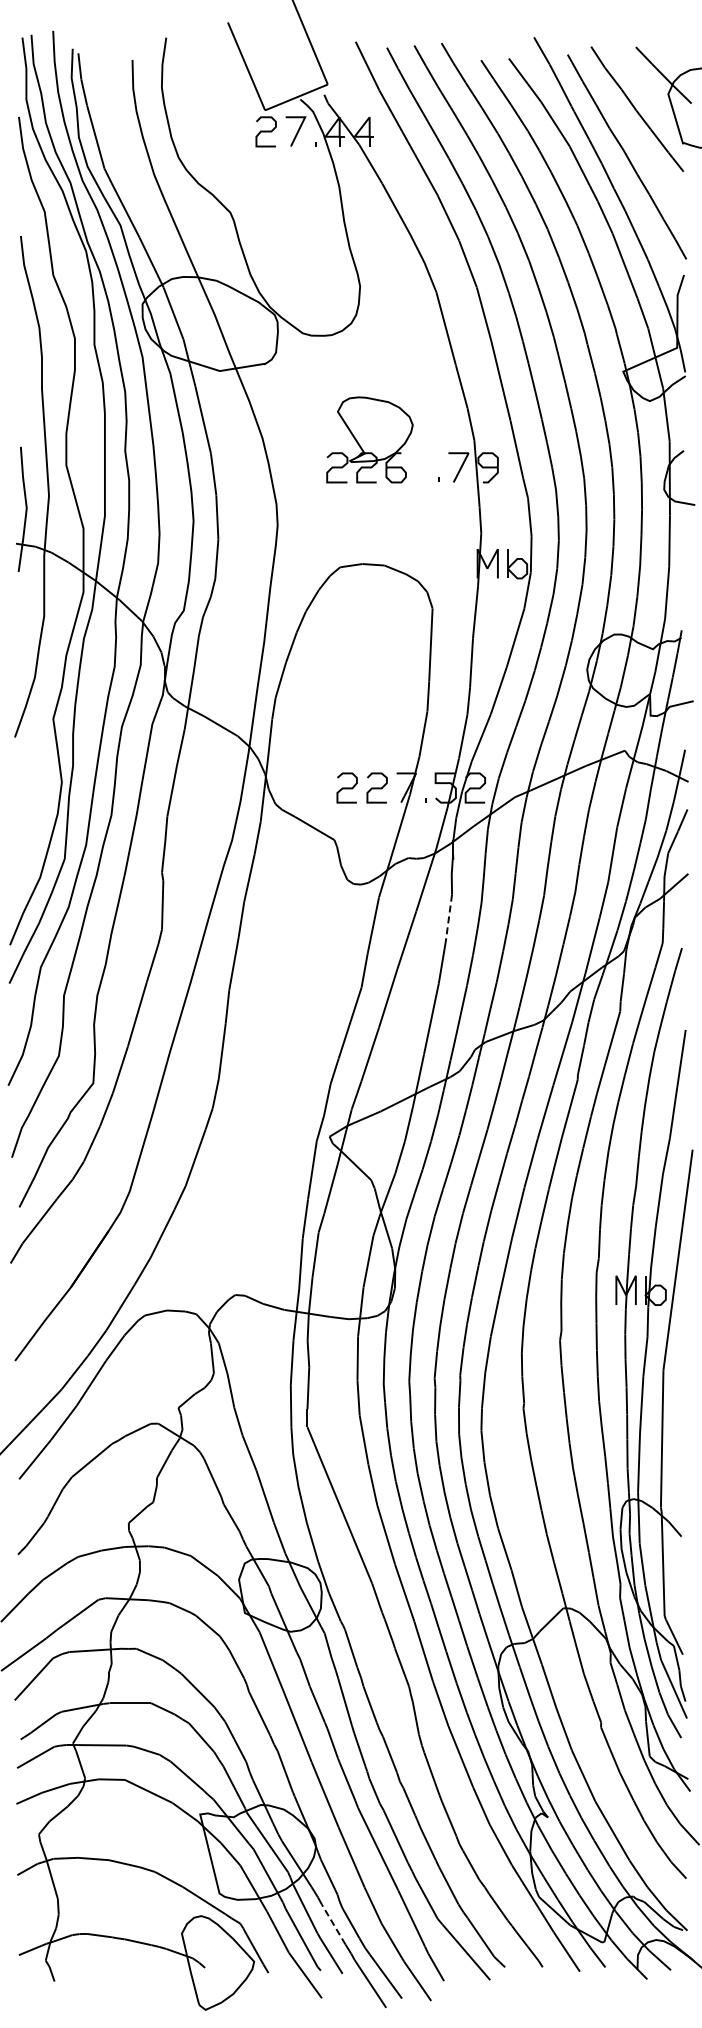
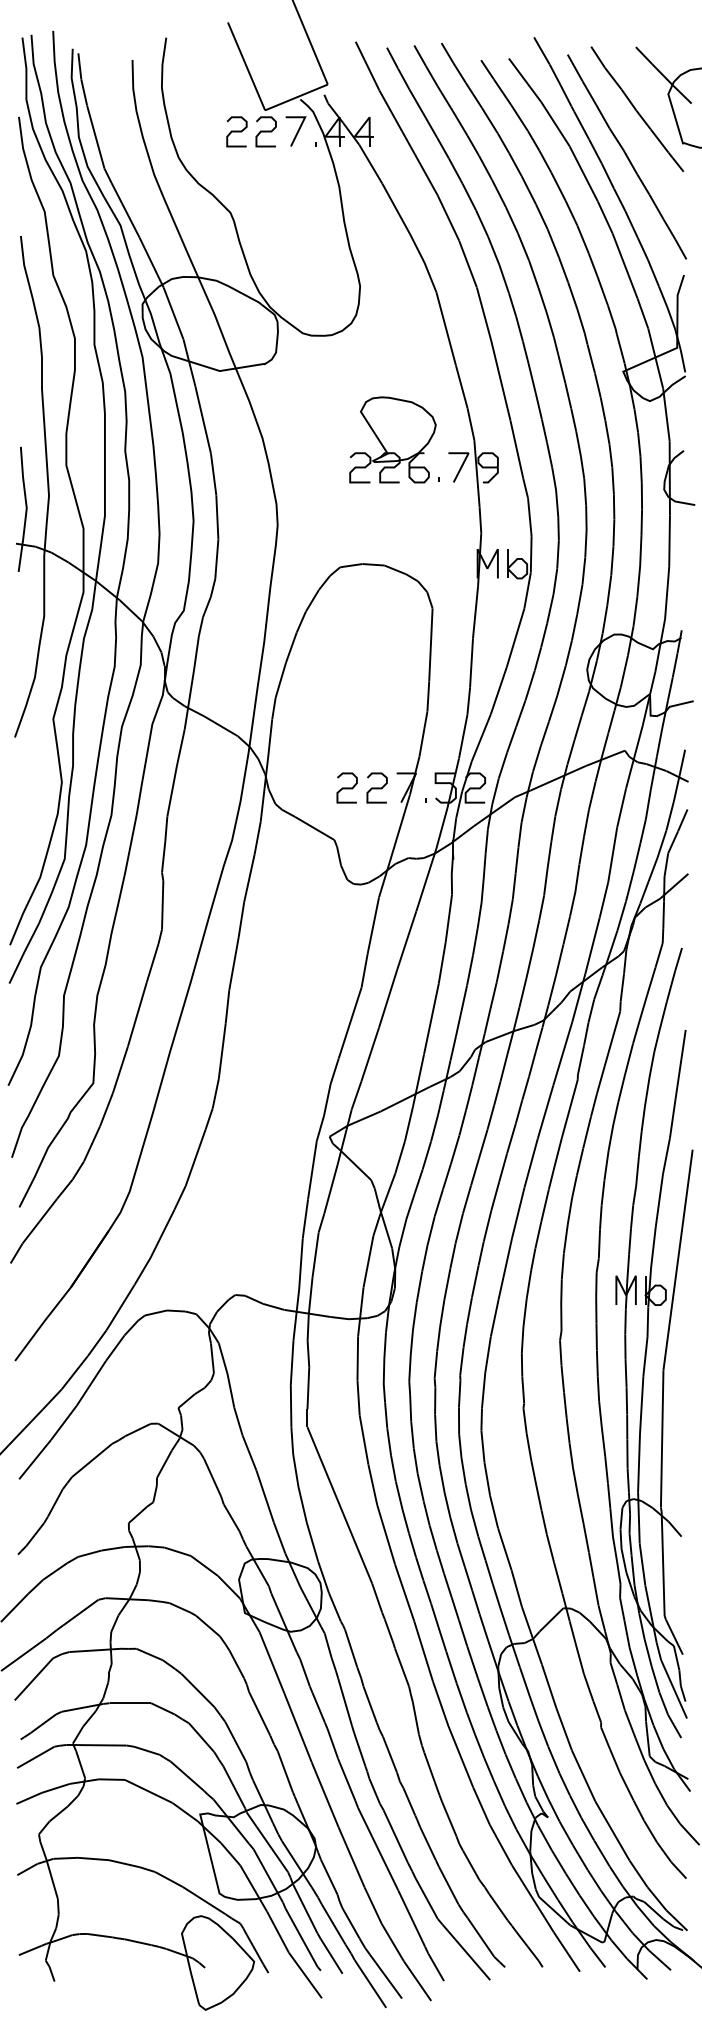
curve at (236, 131): none -> present
part at (369, 439) position: (369, 439) -> (392, 439)
line at (448, 918): dashed -> solid
line at (333, 1923): dashed -> solid
